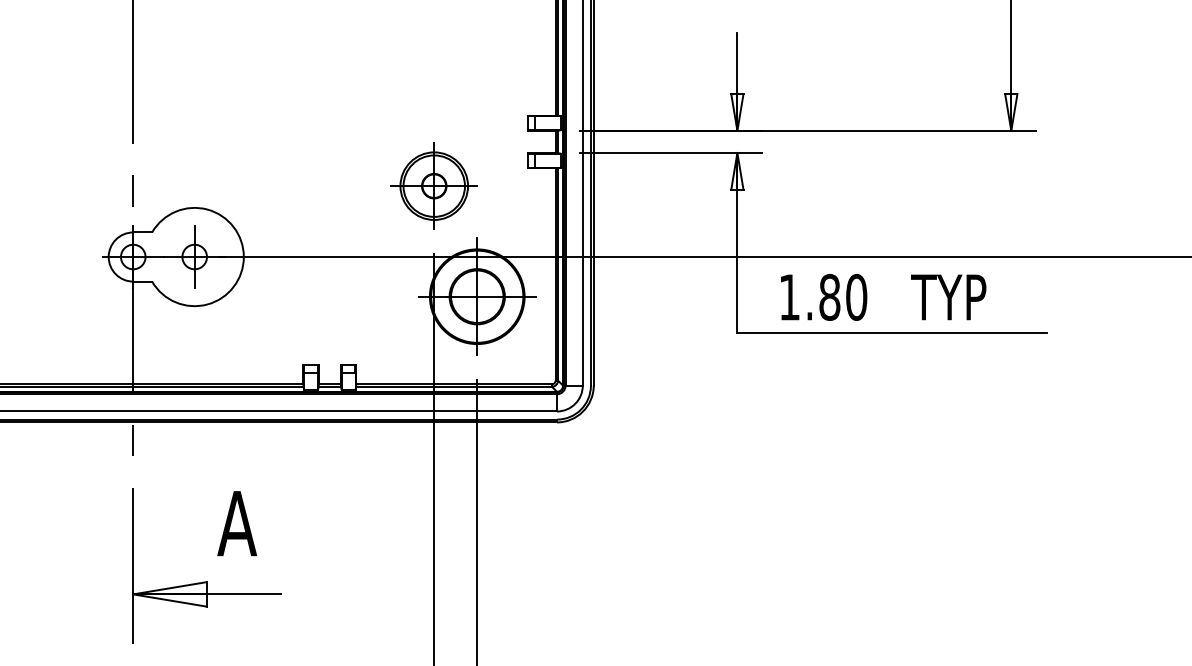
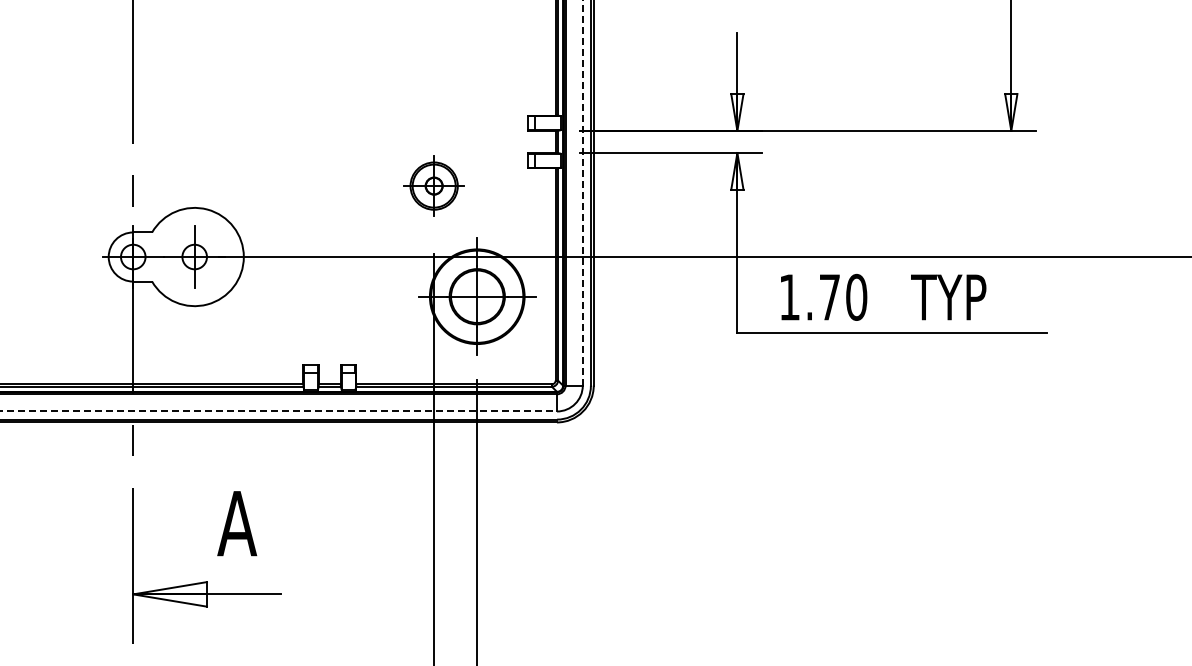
part at (433, 185) size: 88x88 px -> 62x62 px
line at (582, 192): solid -> dashed
text at (829, 296): 1.80 -> 1.70
line at (279, 411): solid -> dashed
